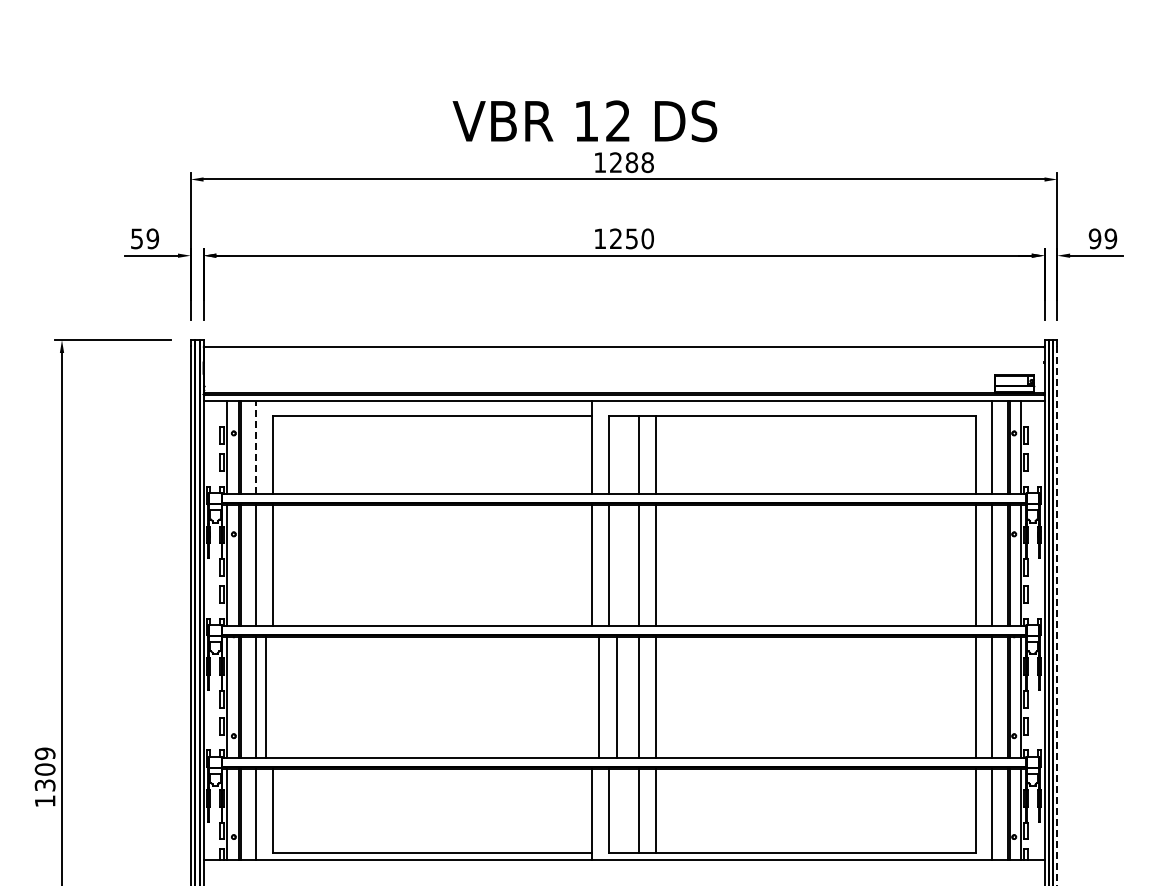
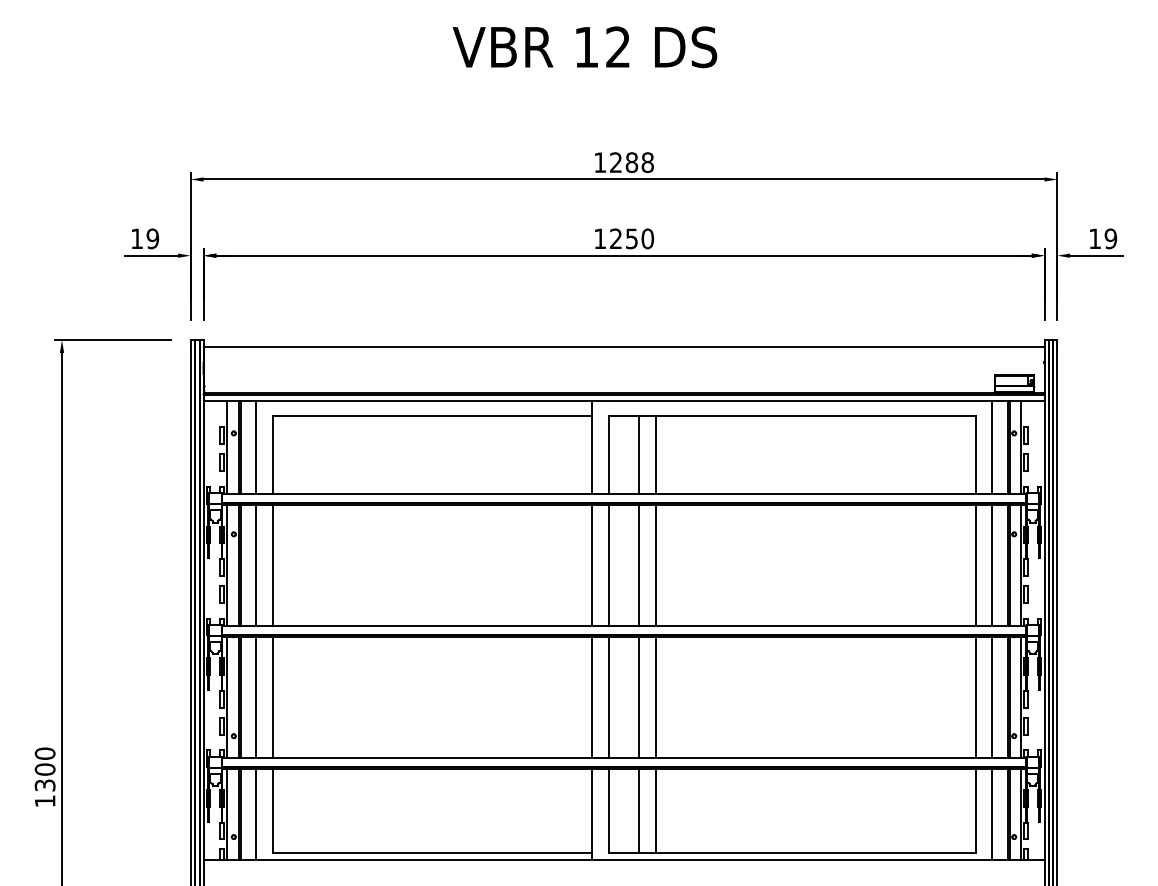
text at (584, 121) position: (584, 121) -> (584, 47)
text at (136, 238): 59 -> 19
text at (1094, 238): 99 -> 19
line at (255, 447): dashed -> solid
line at (1057, 615): dashed -> solid
line at (265, 697) position: (265, 697) -> (272, 697)
line at (599, 697) position: (599, 697) -> (592, 697)
line at (616, 697) position: (616, 697) -> (608, 697)
text at (45, 753): 1309 -> 1300
